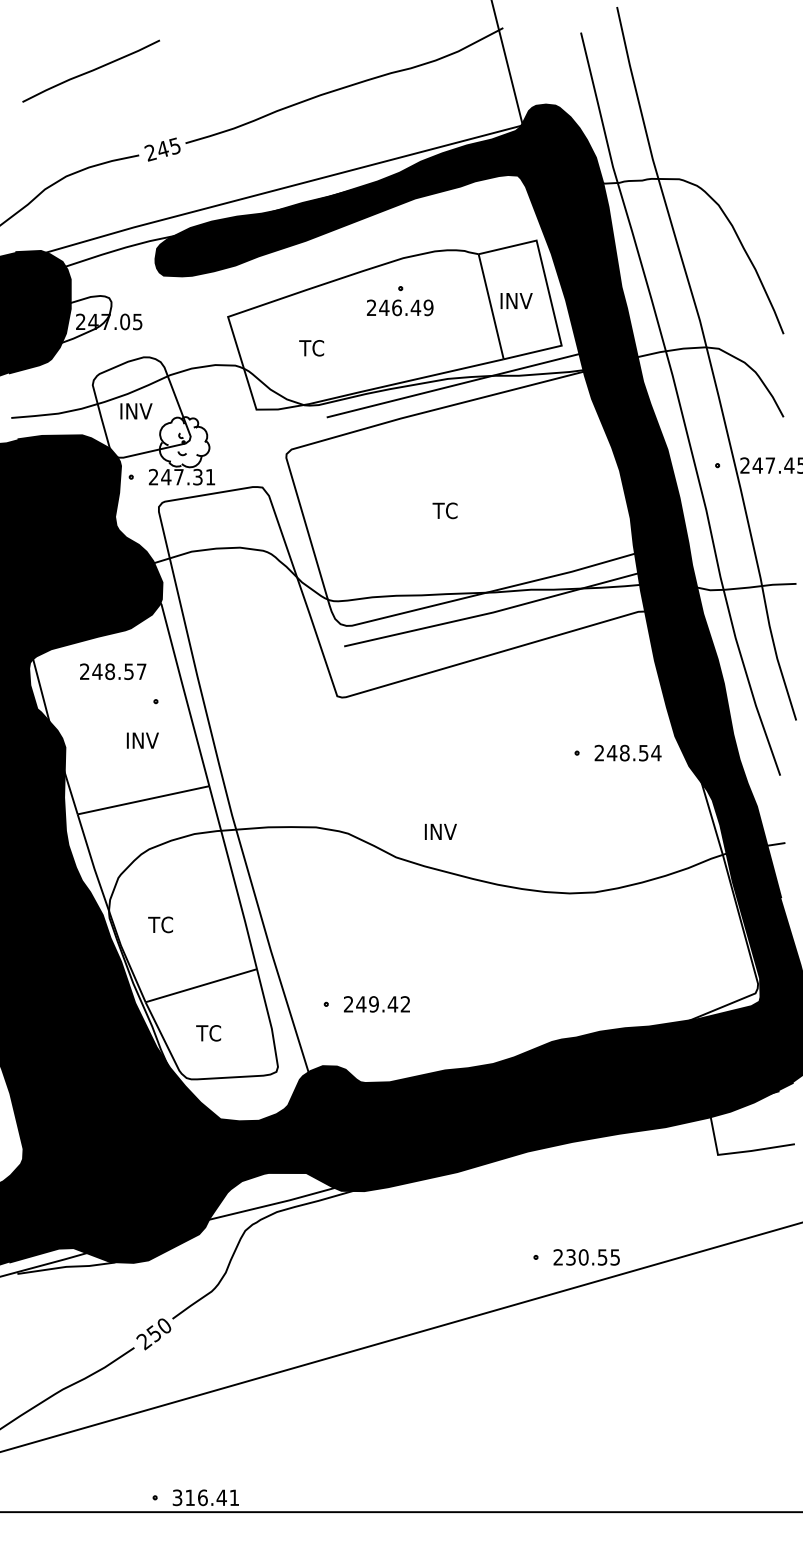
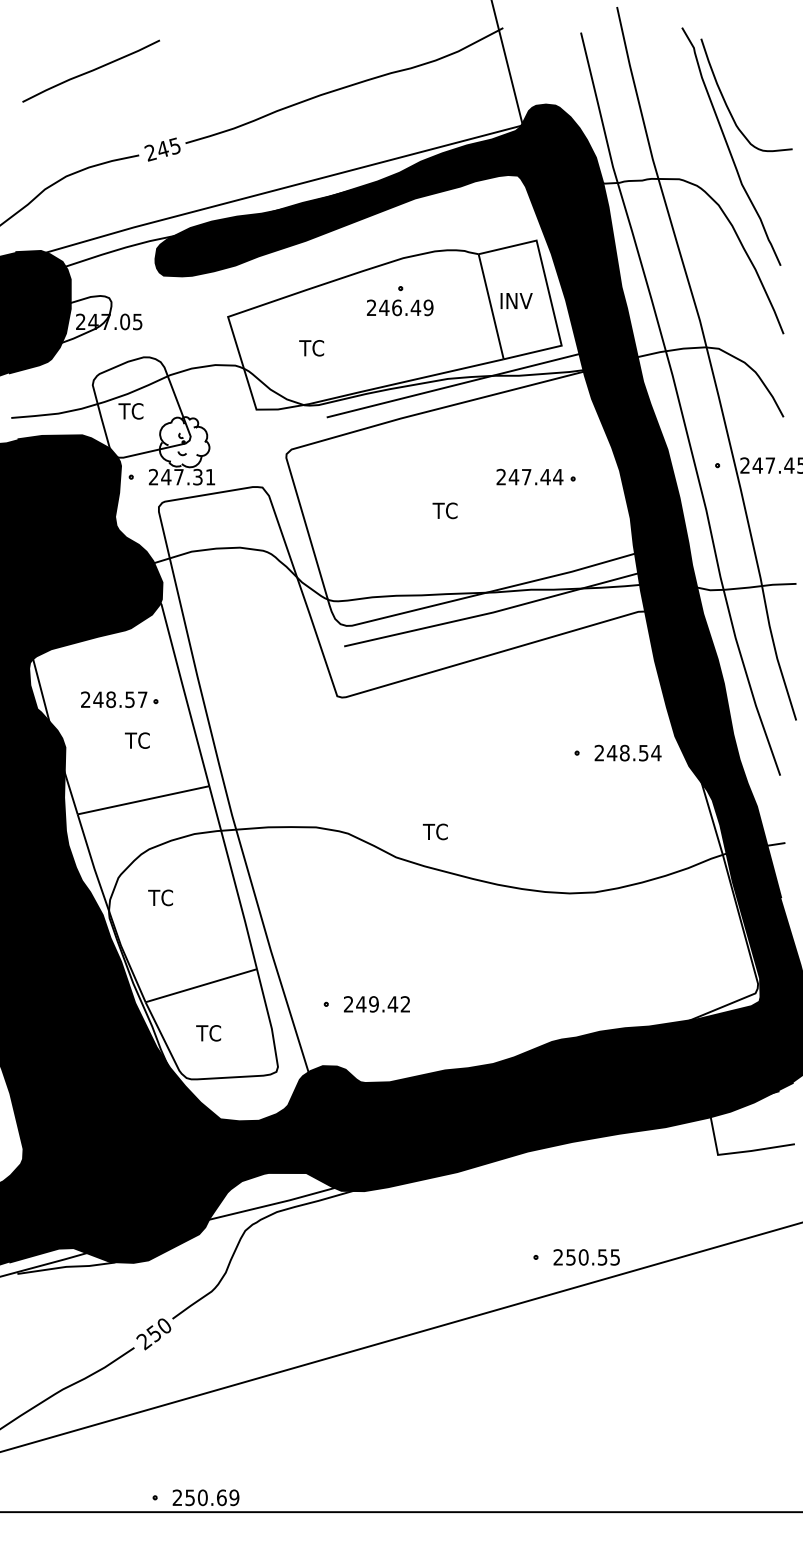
part at (729, 147): none -> present
text at (135, 411): INV -> TC
part at (535, 476): none -> present
text at (113, 671) position: (113, 671) -> (114, 699)
text at (141, 740): INV -> TC
text at (439, 831): INV -> TC
text at (160, 924) position: (160, 924) -> (160, 897)
text at (570, 1256): 230.55 -> 250.55
text at (205, 1497): 316.41 -> 250.69
